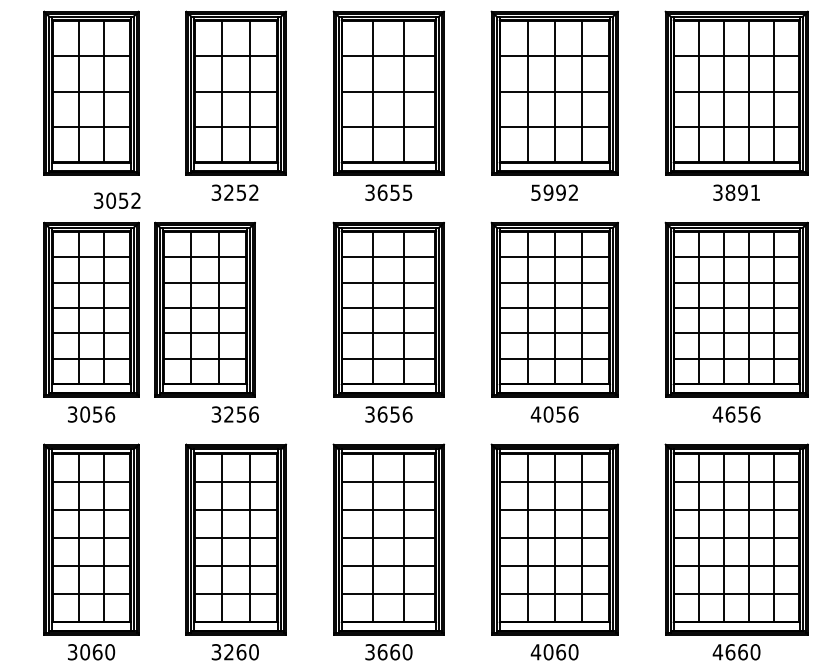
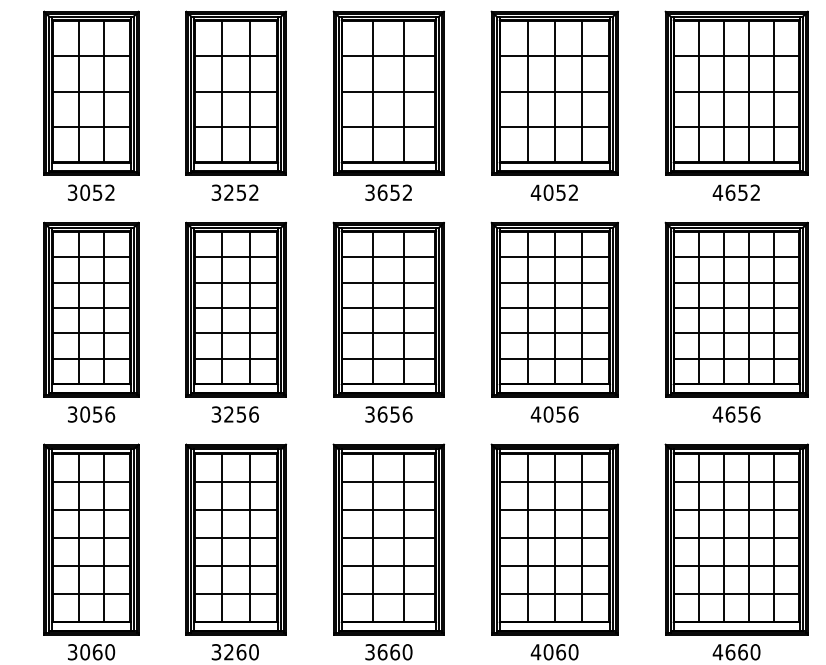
text at (407, 192): 3655 -> 3652
text at (547, 192): 5992 -> 4052
text at (735, 192): 3891 -> 4652
text at (117, 200) position: (117, 200) -> (91, 192)
part at (204, 309) position: (204, 309) -> (235, 309)
